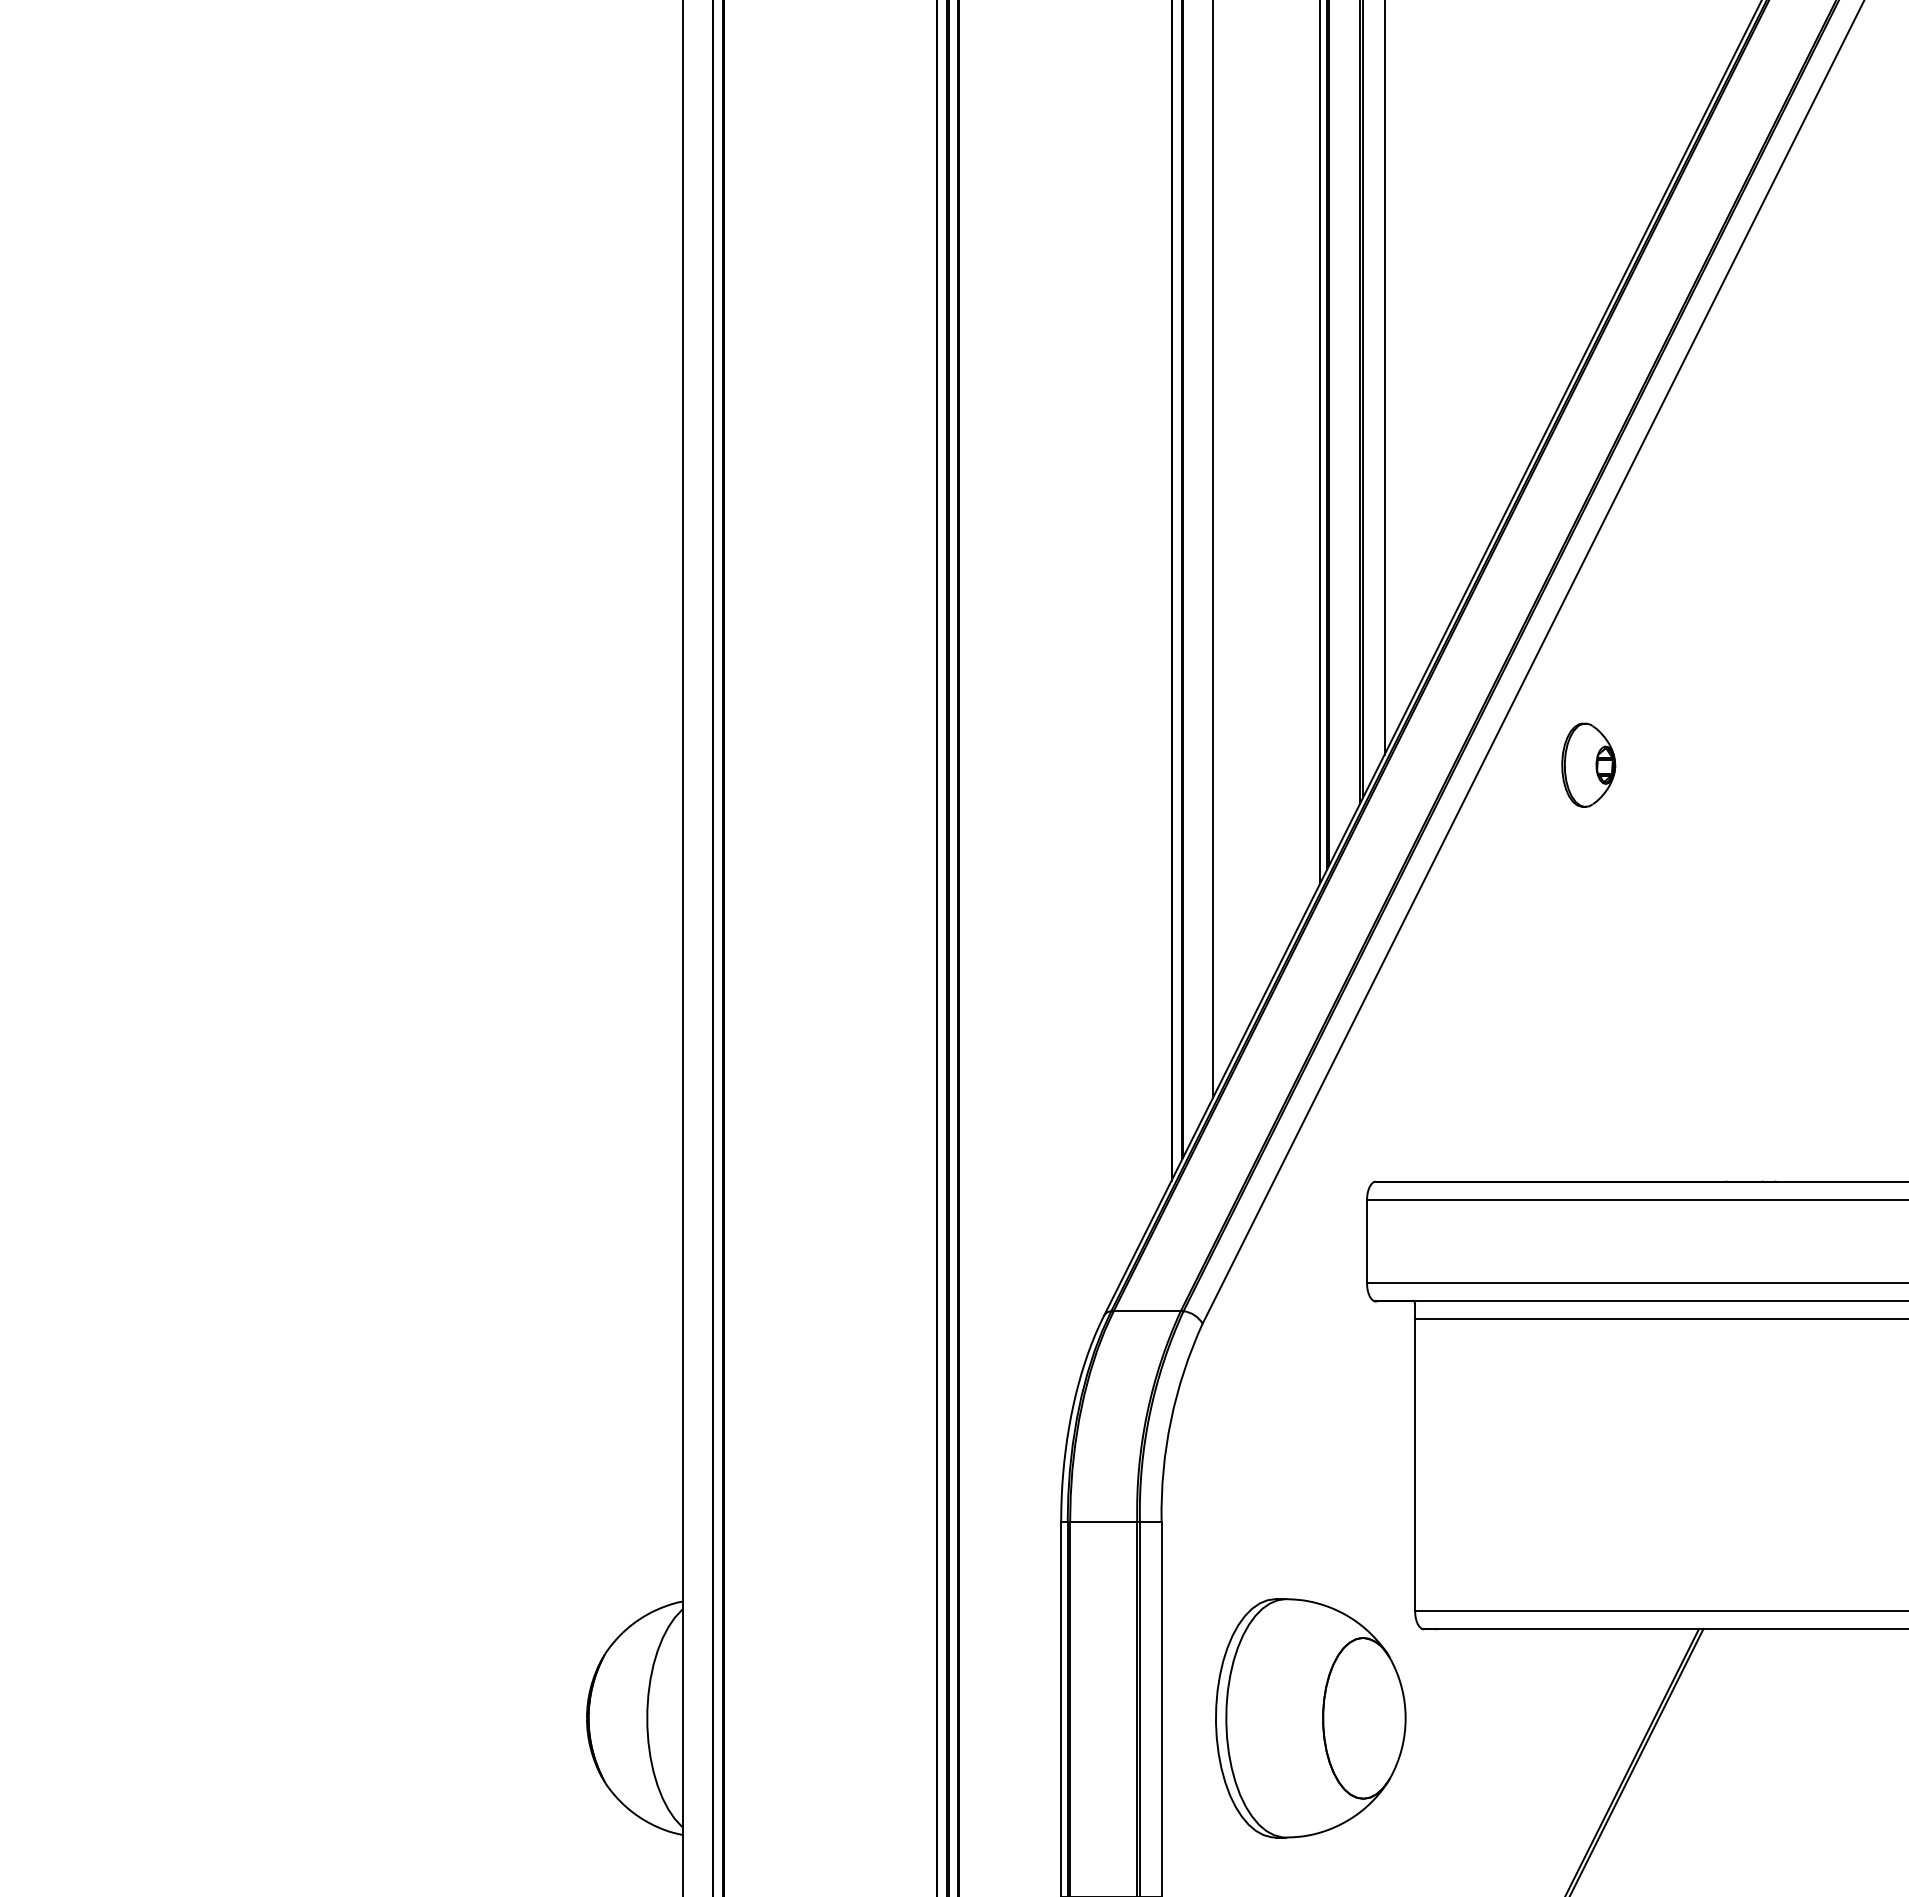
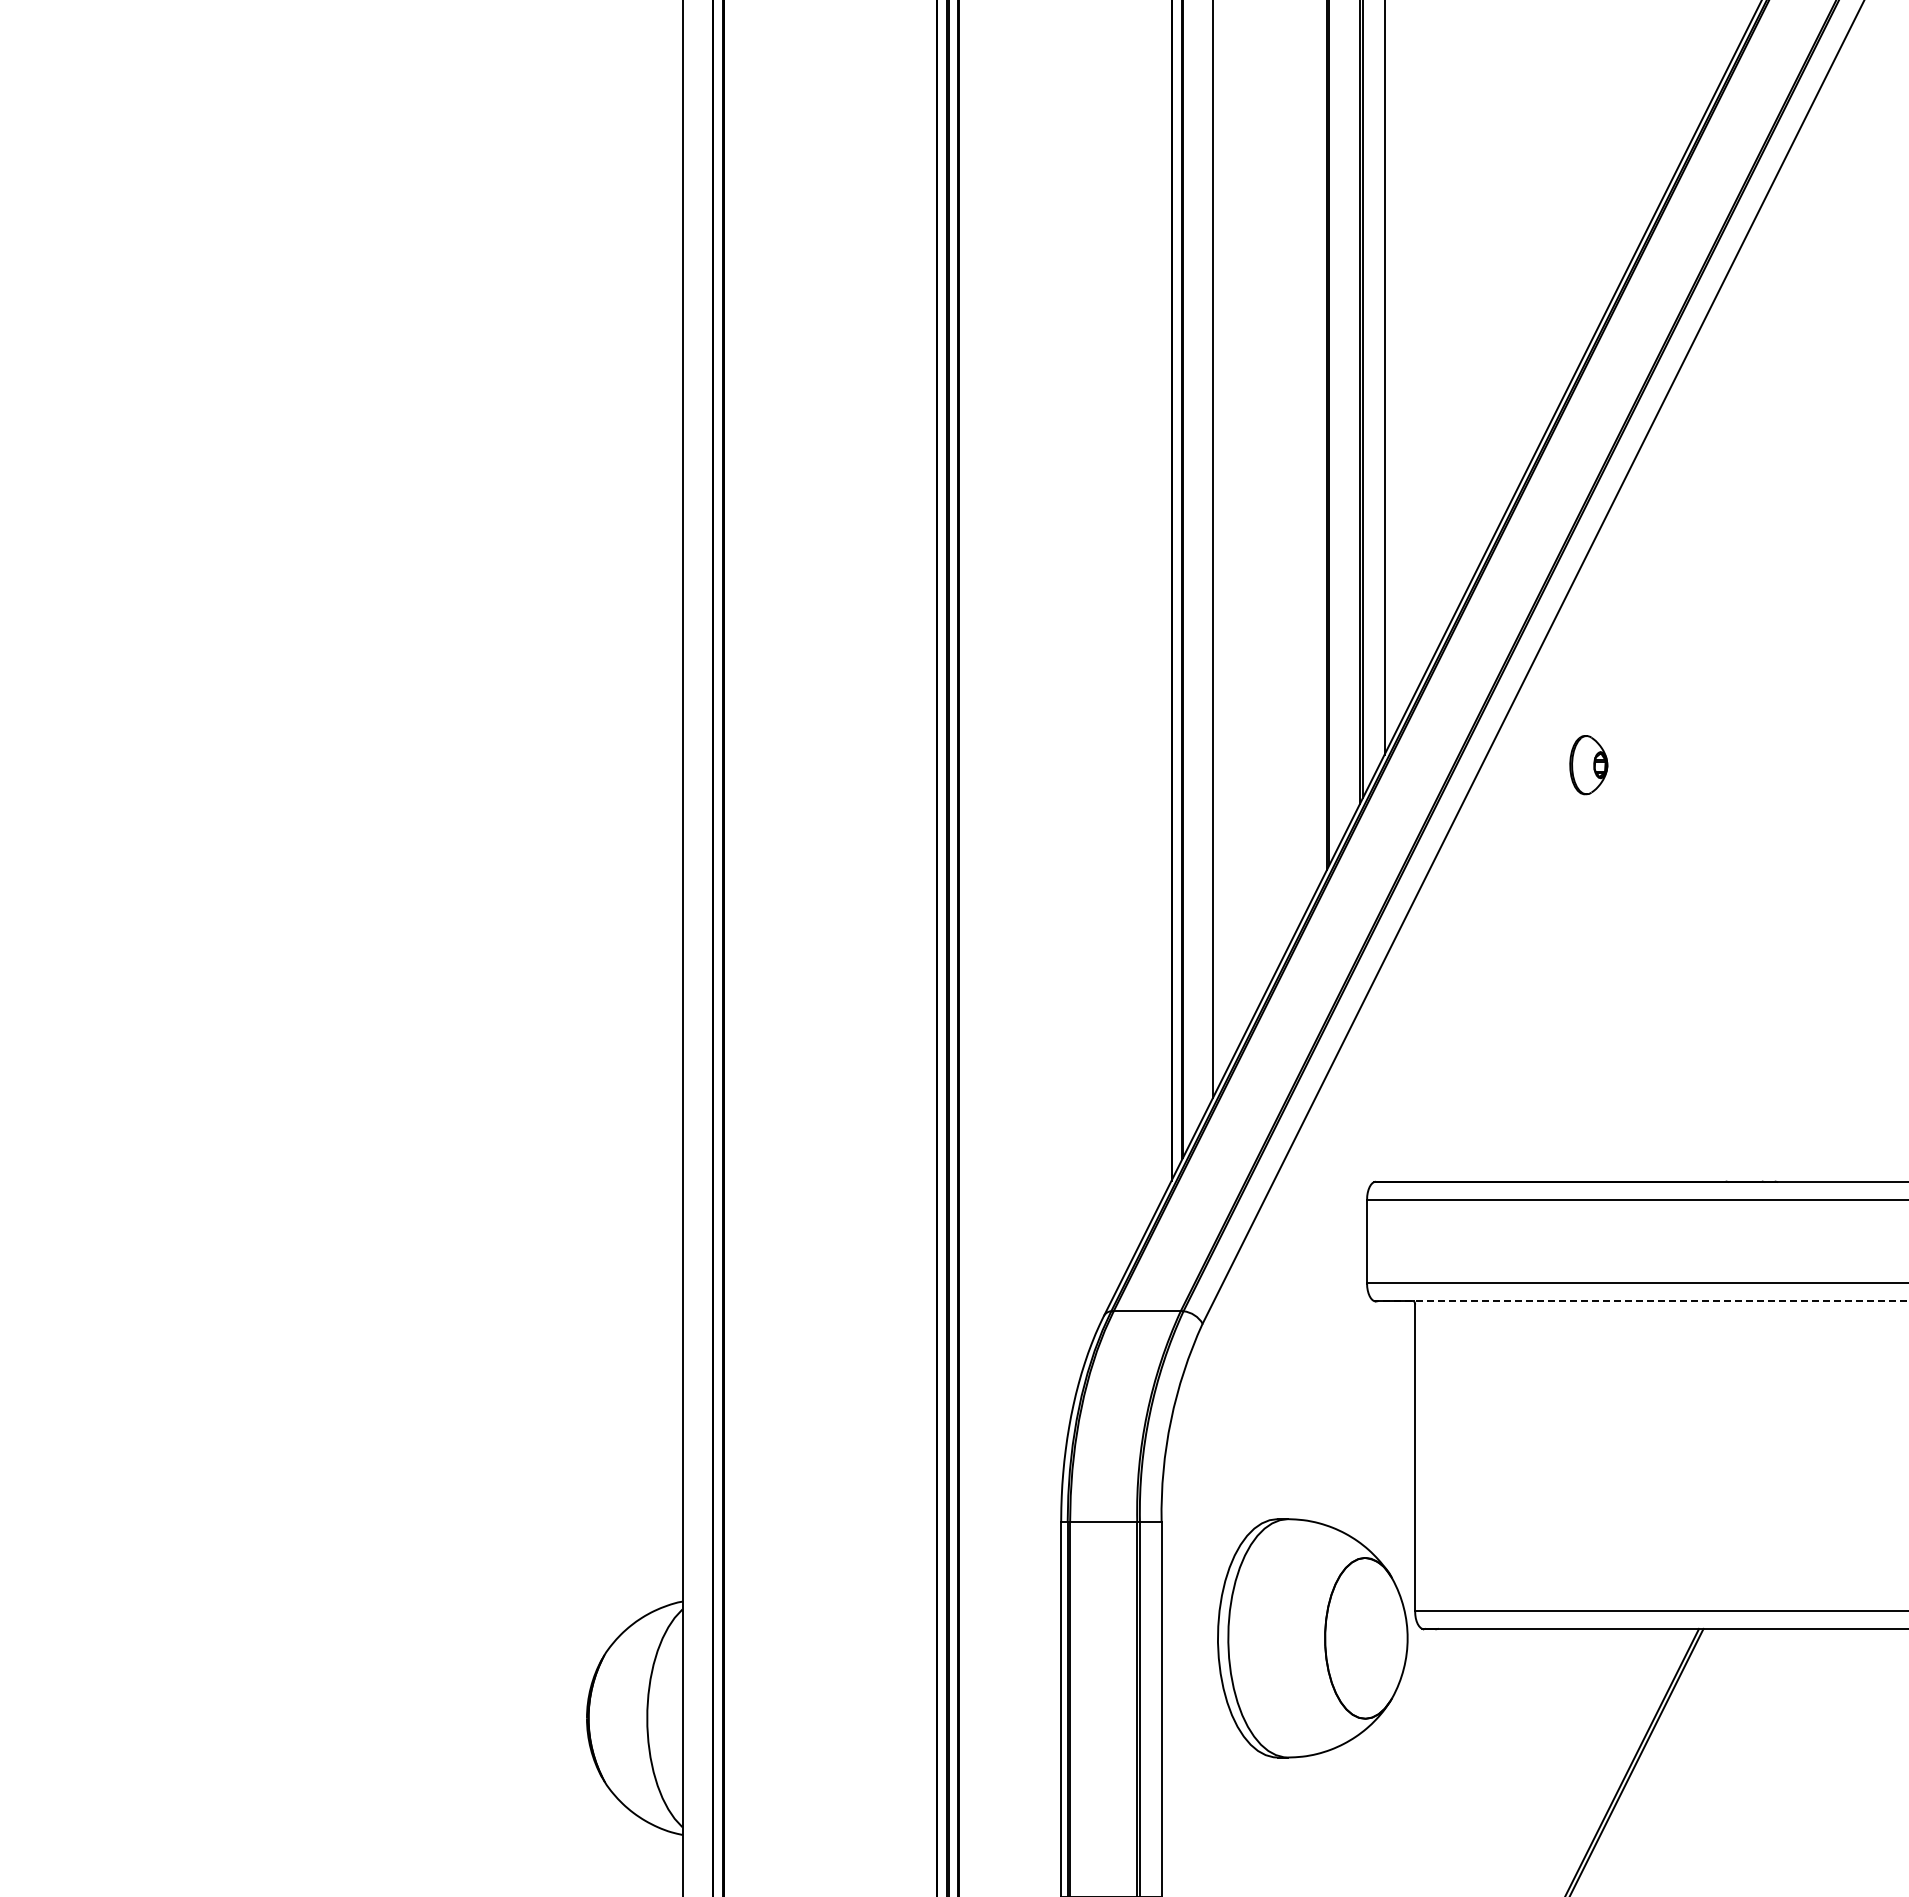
line at (1320, 442): present -> none
part at (1588, 764) size: 56x86 px -> 40x61 px
line at (1641, 1301): solid -> dashed
line at (1660, 1319): present -> none
part at (1310, 1718) position: (1310, 1718) -> (1312, 1638)
